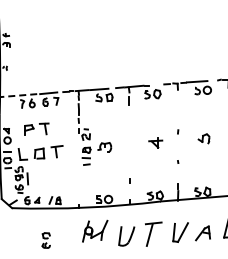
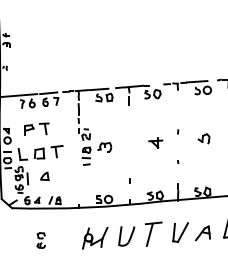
line at (18, 95): dashed -> solid
part at (44, 175): none -> present
part at (95, 230) position: (95, 230) -> (95, 237)
part at (45, 240) position: (45, 240) -> (40, 240)
